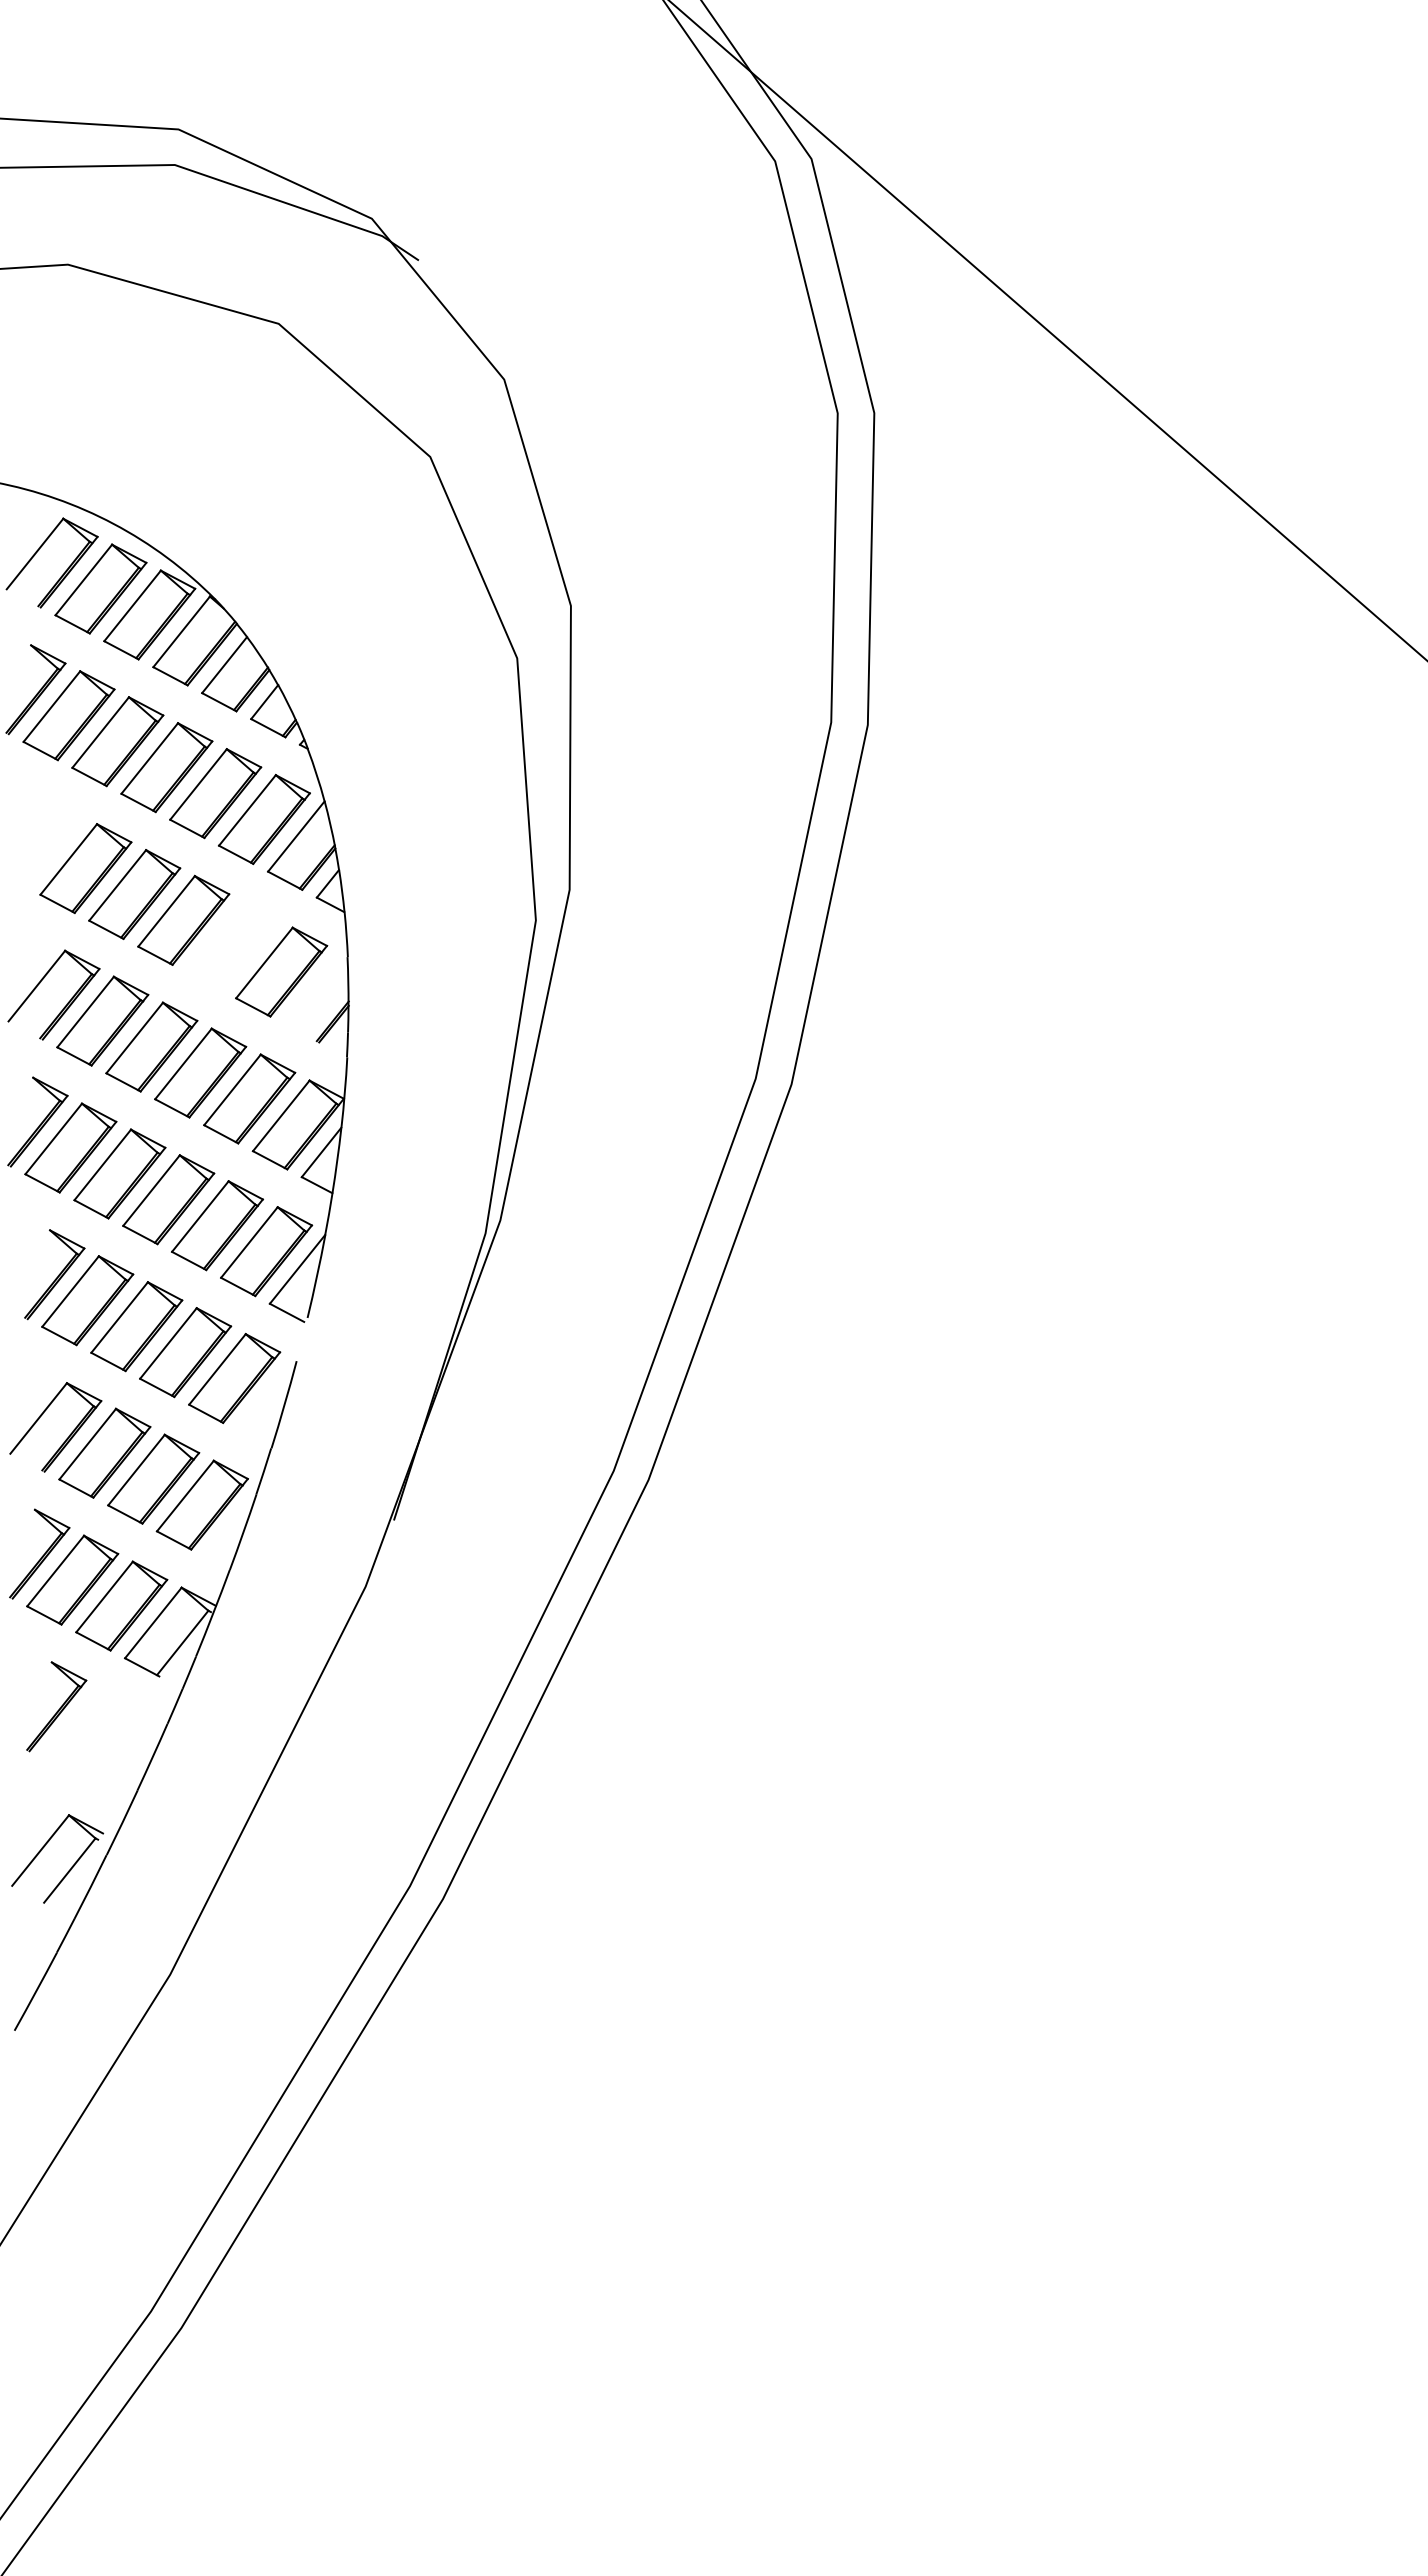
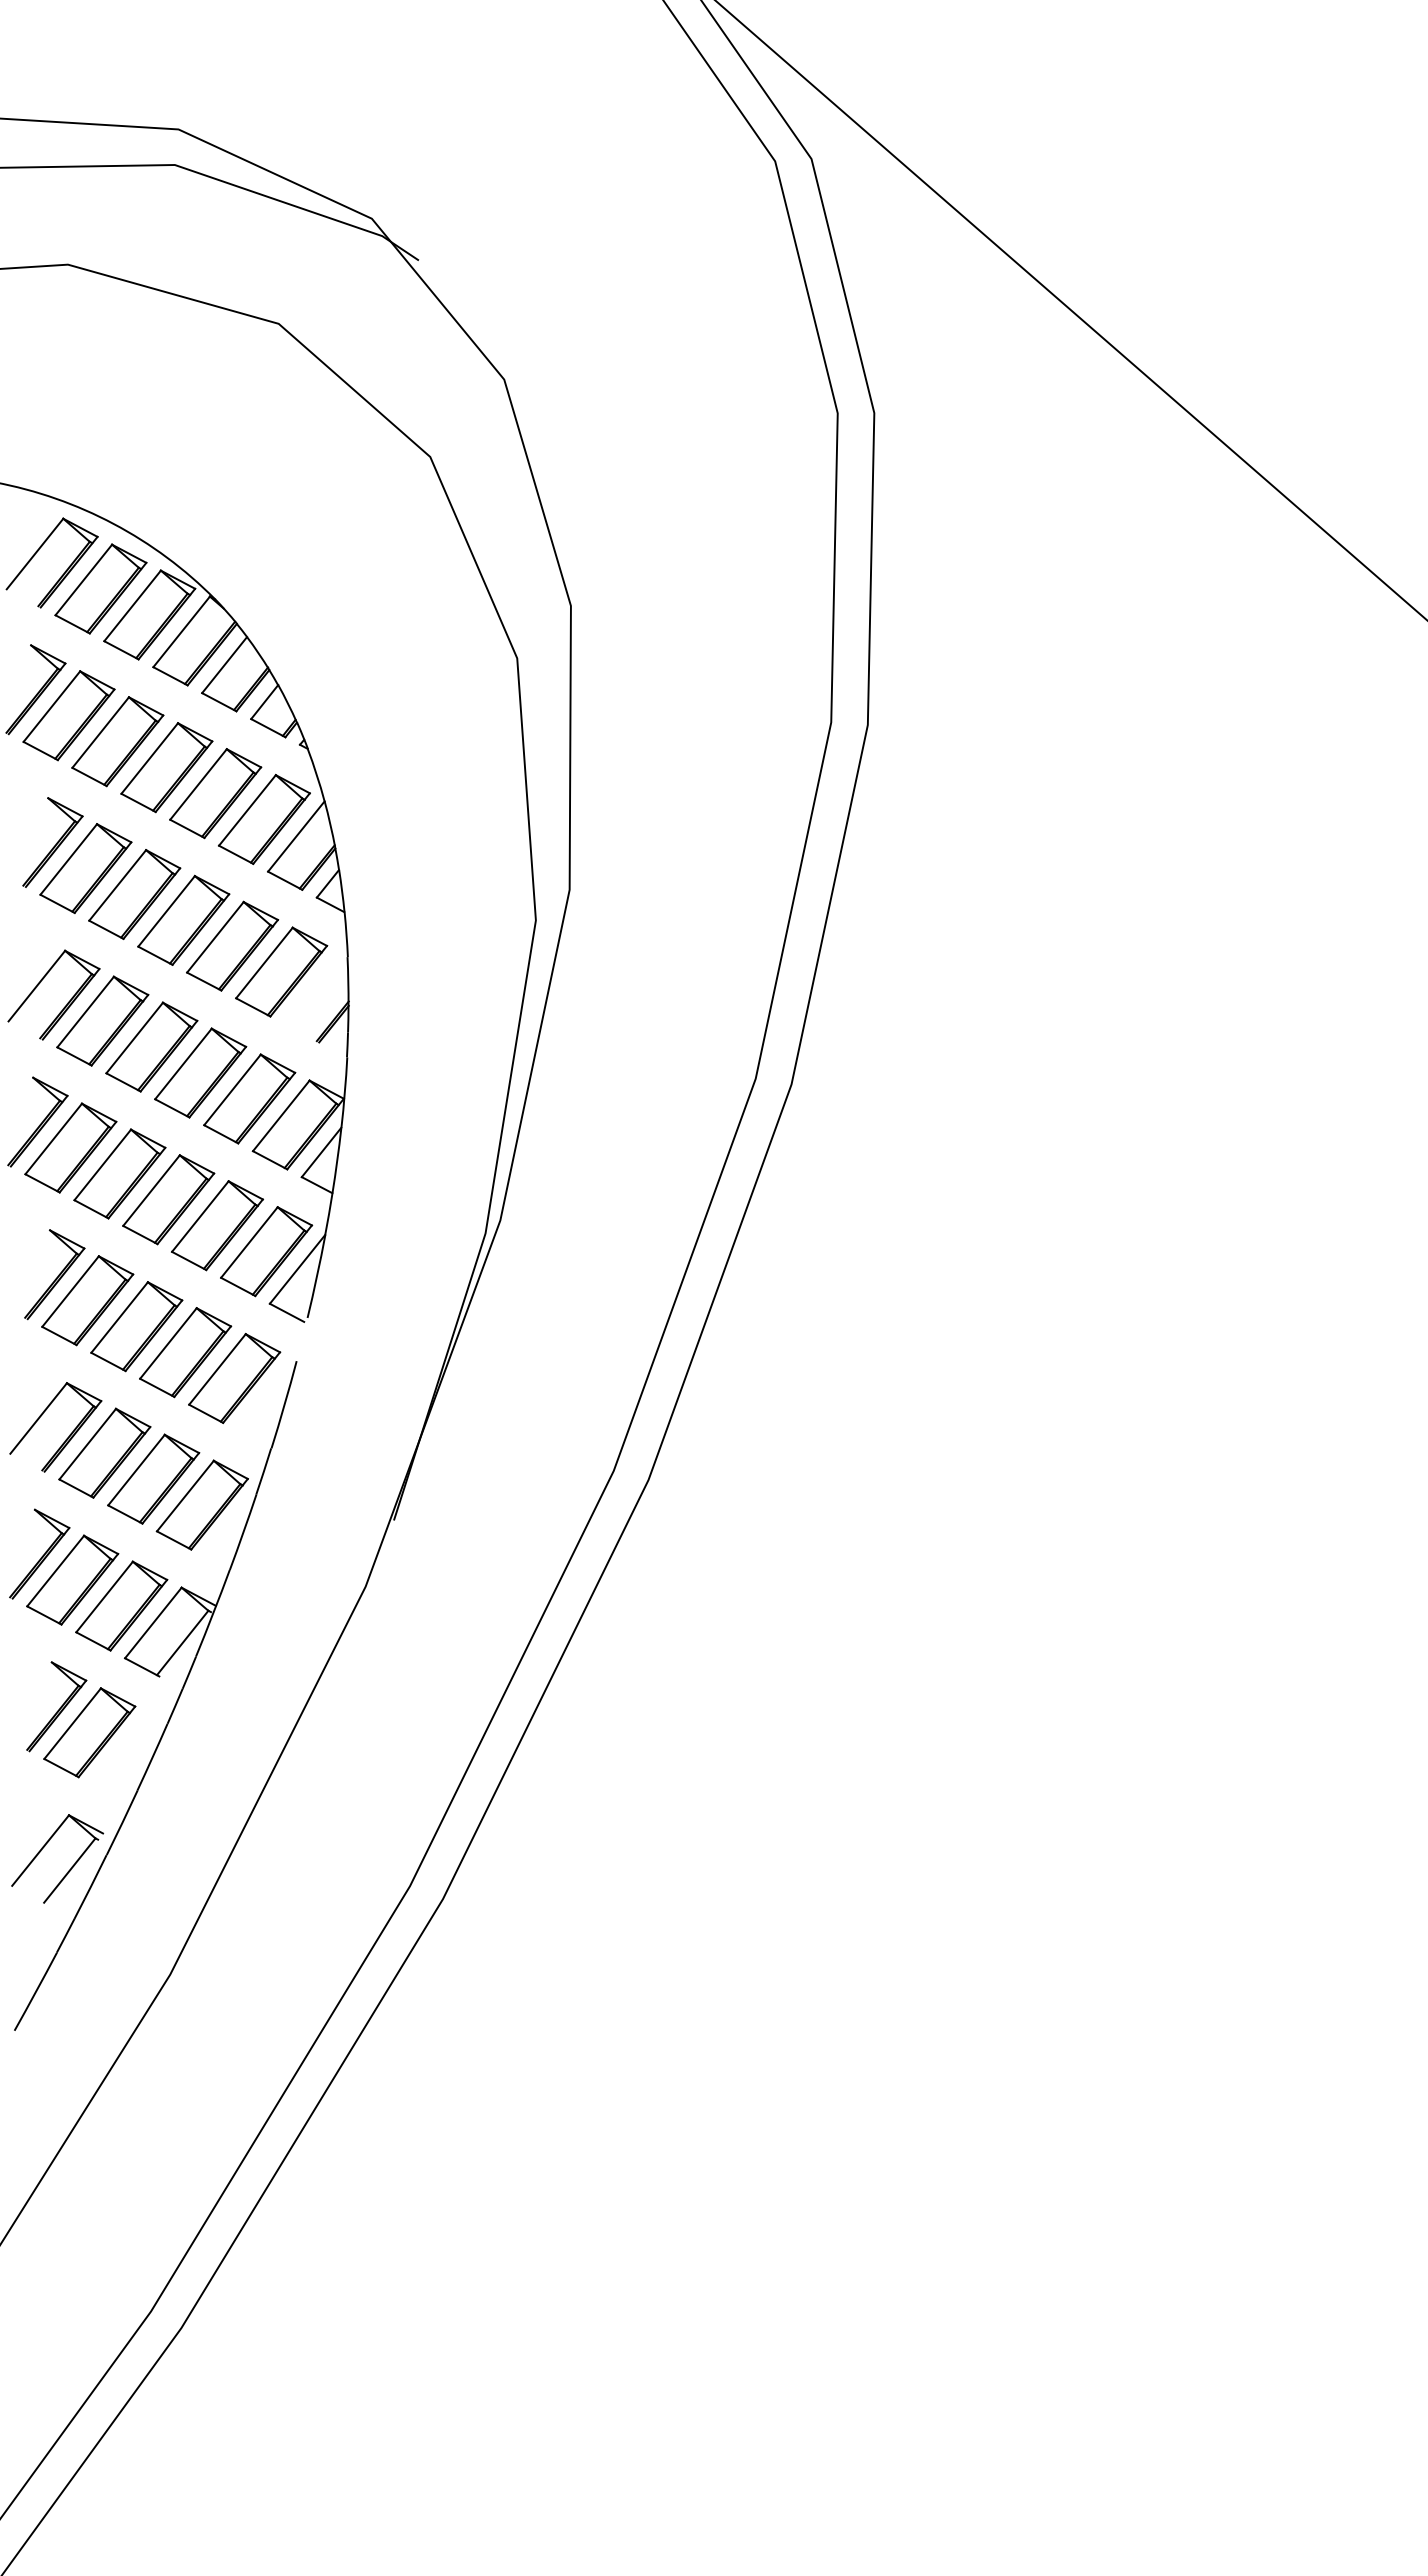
line at (1047, 330) position: (1047, 330) -> (1070, 310)
part at (52, 842): none -> present
part at (232, 945): none -> present
part at (89, 1732): none -> present
